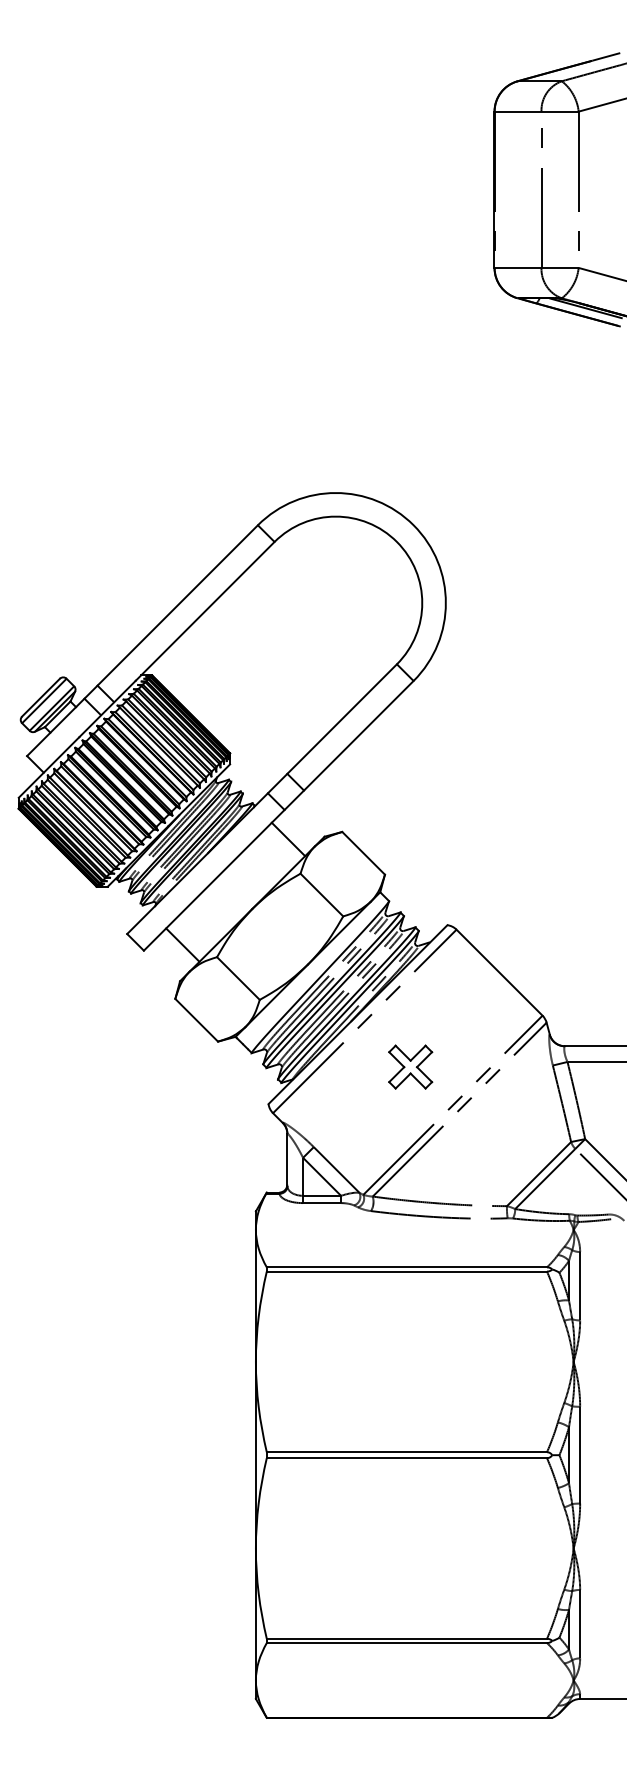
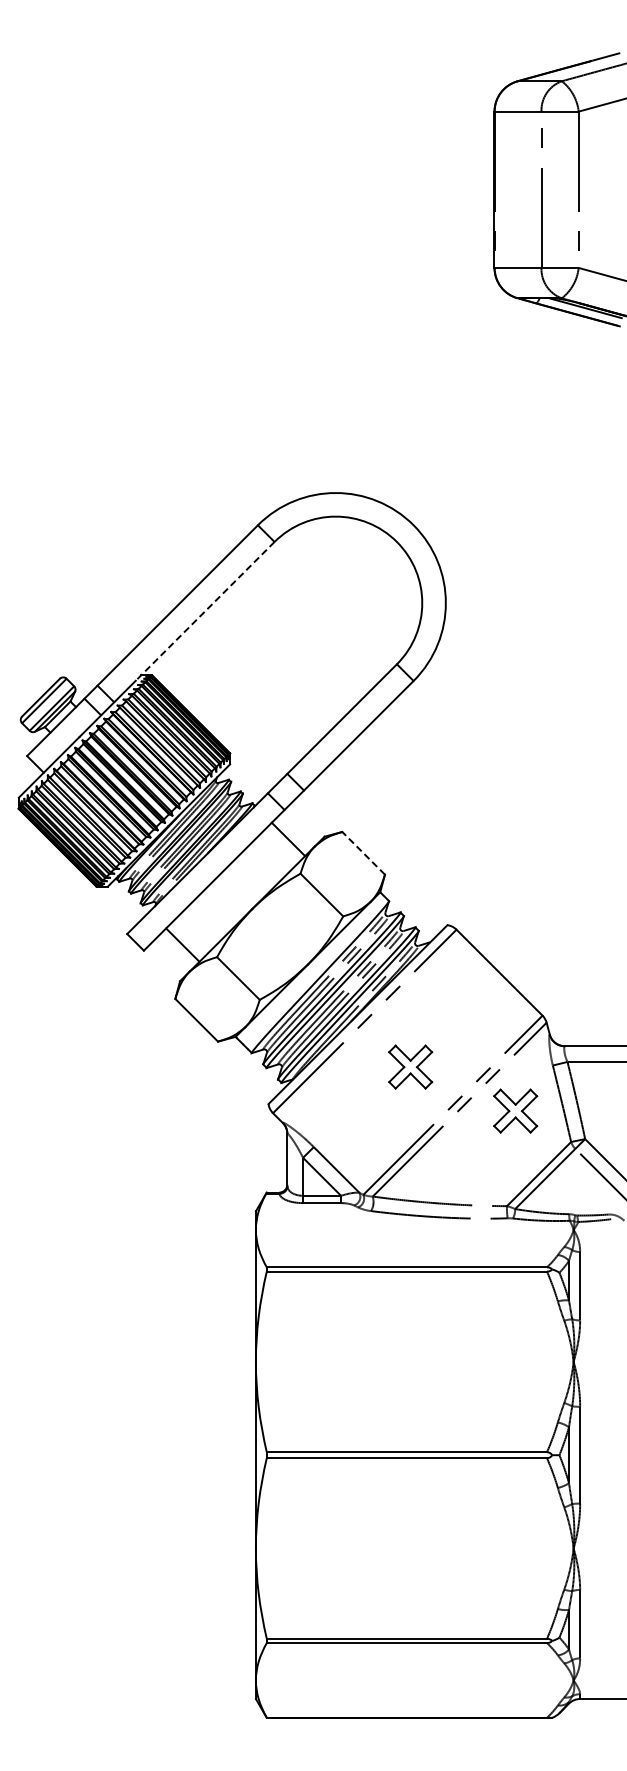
line at (204, 611): solid -> dashed
line at (363, 852): solid -> dashed
part at (515, 1110): none -> present
